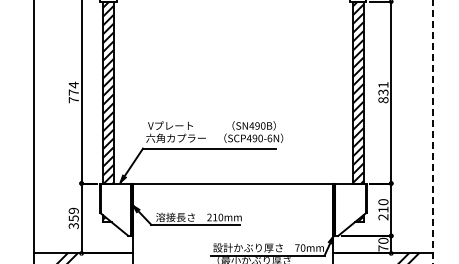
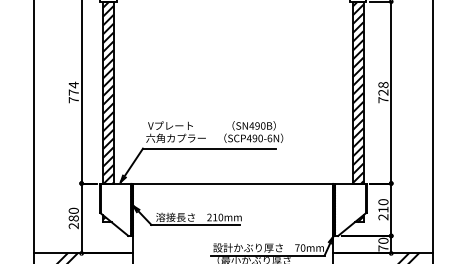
text at (383, 92): 831 -> 728
line at (433, 132): dashed -> solid
text at (73, 218): 359 -> 280
